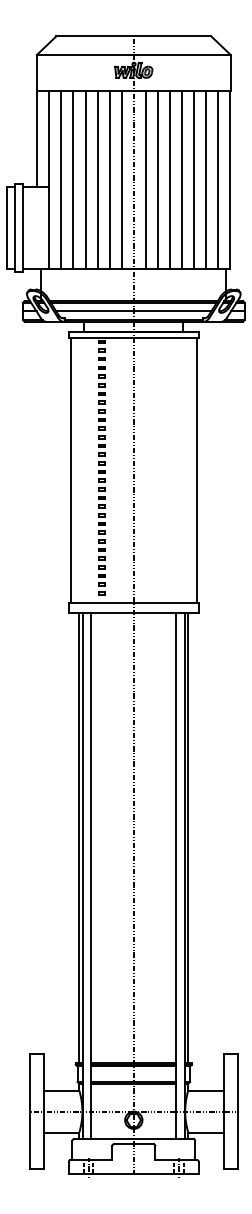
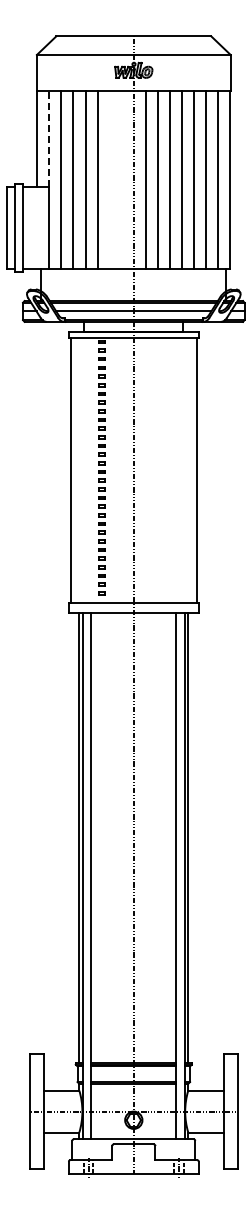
line at (49, 138): solid -> dashed
line at (109, 179): present -> none
line at (121, 179): present -> none
